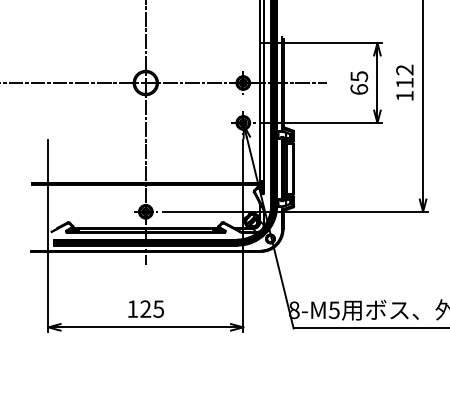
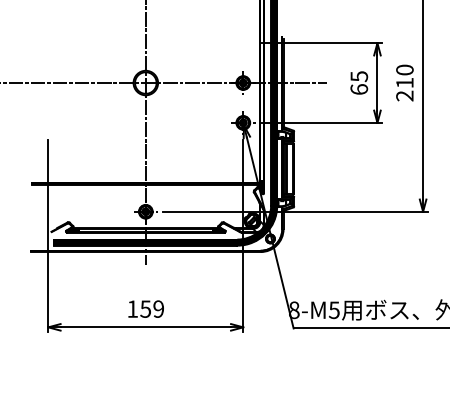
text at (404, 82): 112 -> 210
text at (151, 308): 125 -> 159
